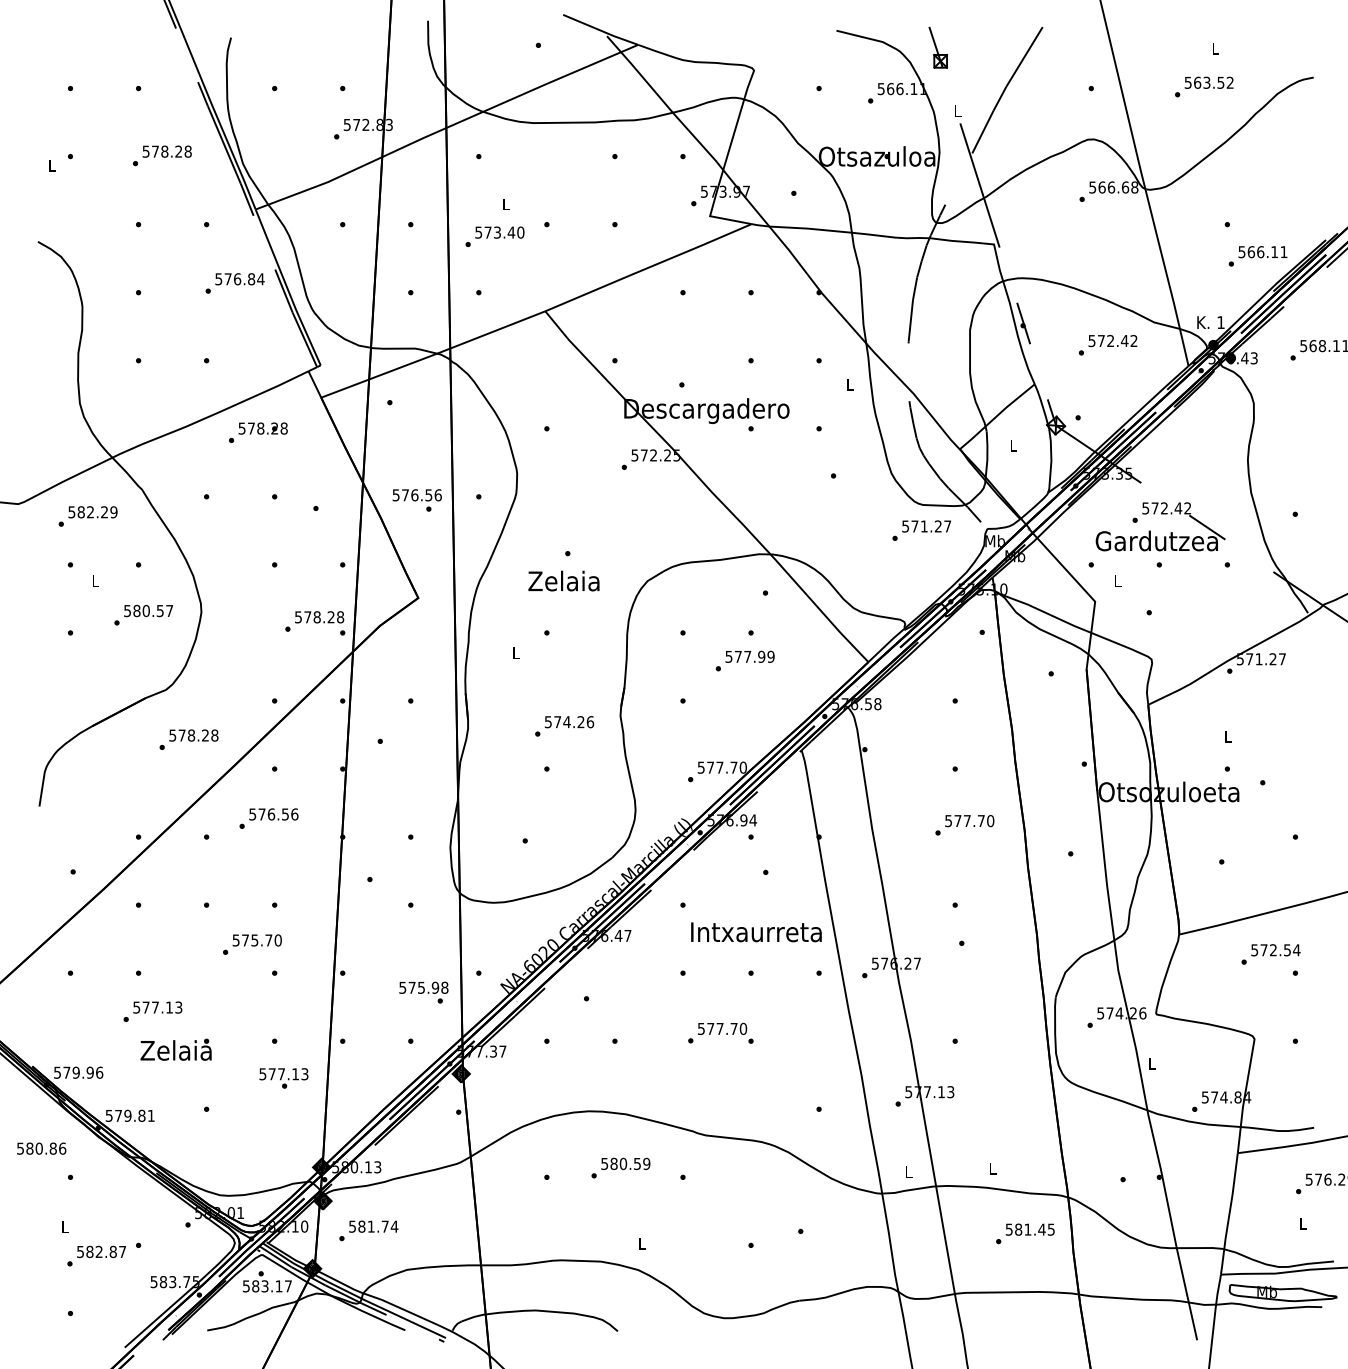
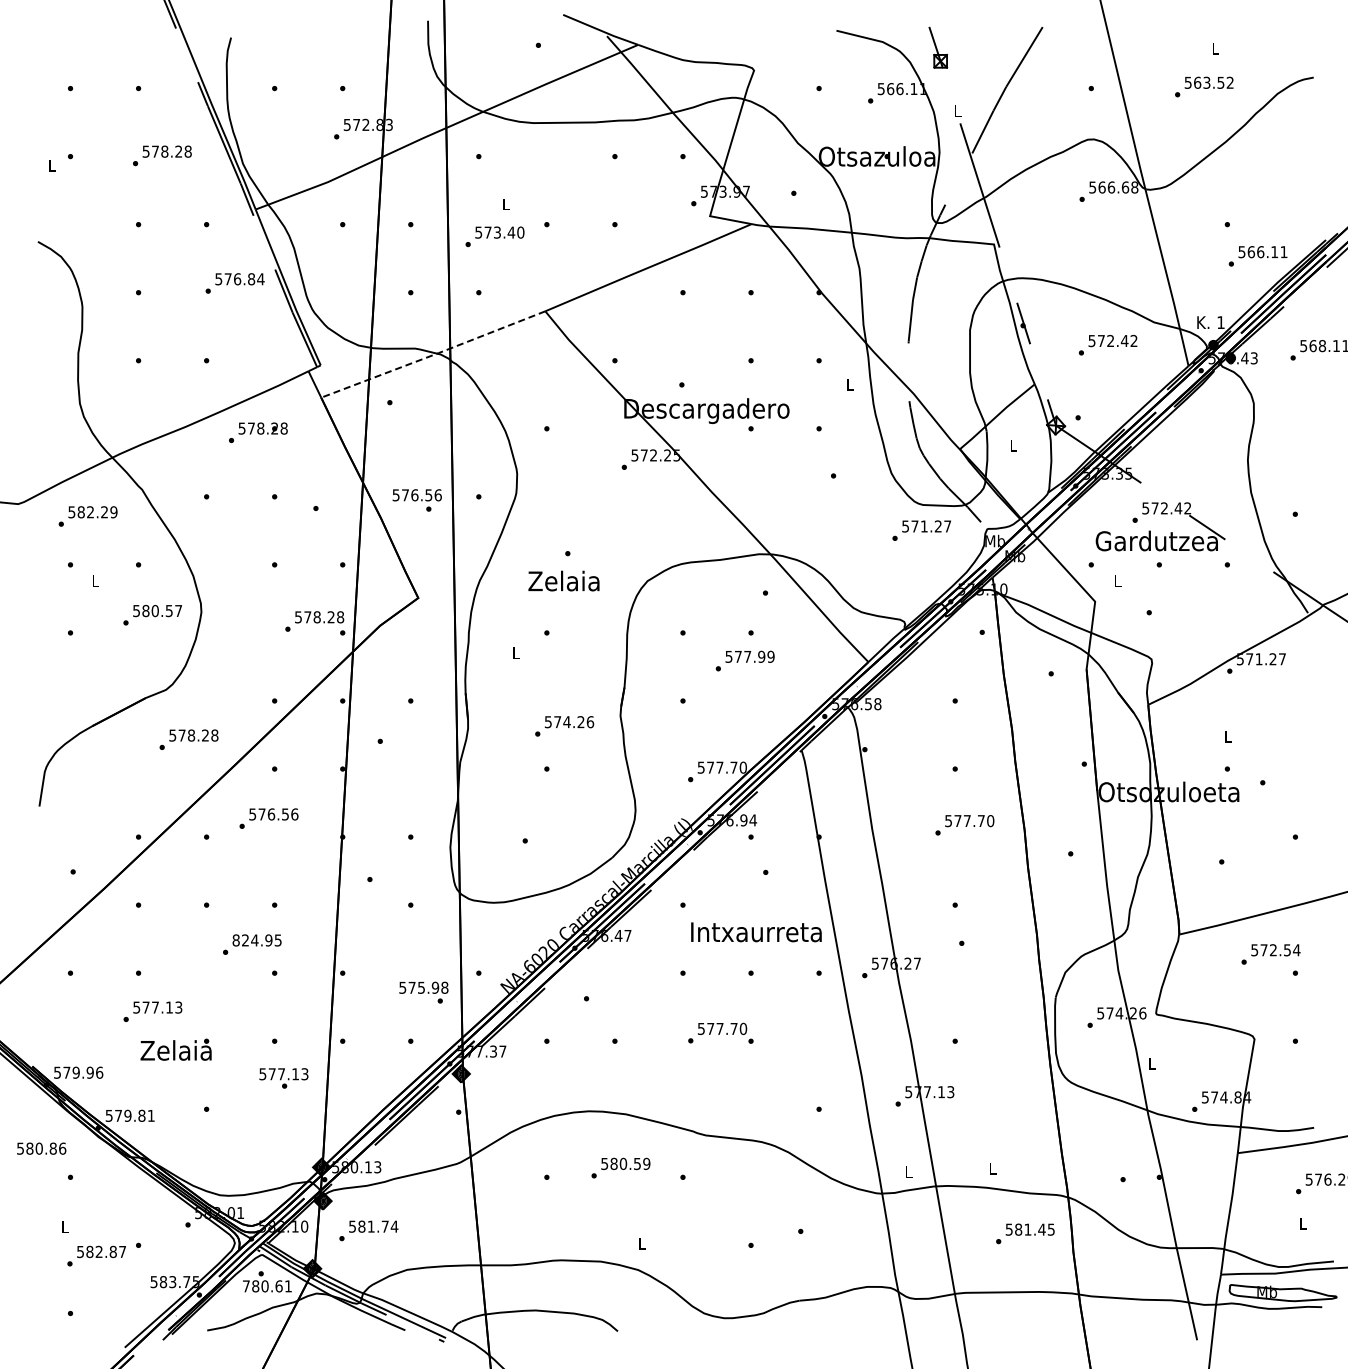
line at (434, 354): solid -> dashed
text at (143, 615) position: (143, 615) -> (152, 615)
text at (256, 940): 575.70 -> 824.95
text at (266, 1286): 583.17 -> 780.61
